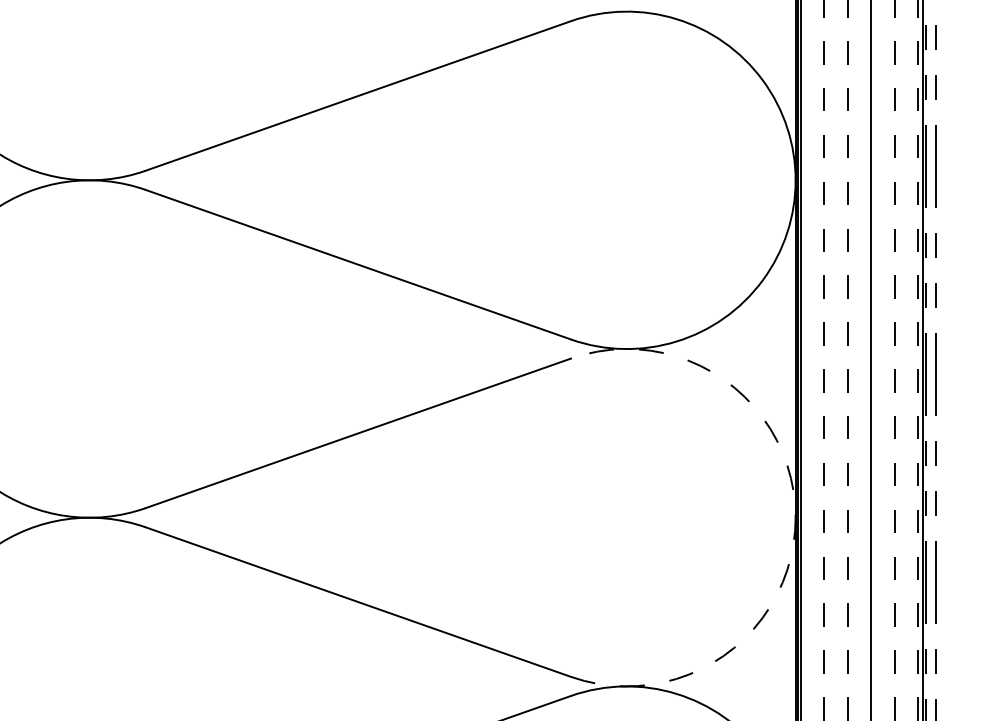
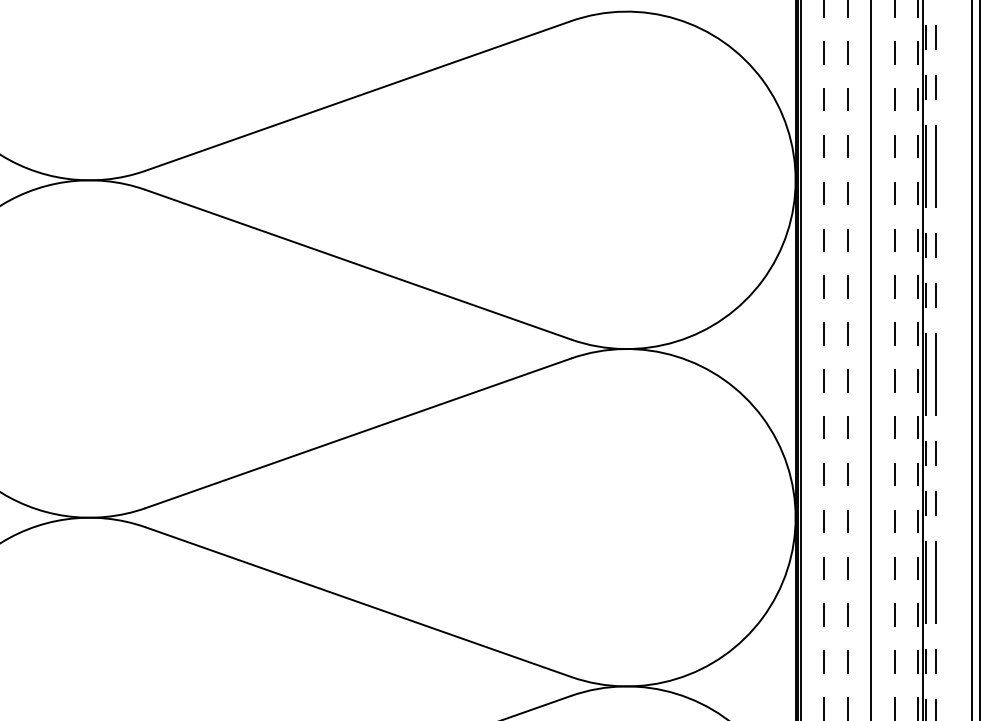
line at (971, 359): none -> present
line at (979, 359): none -> present
arc at (795, 517): dashed -> solid
